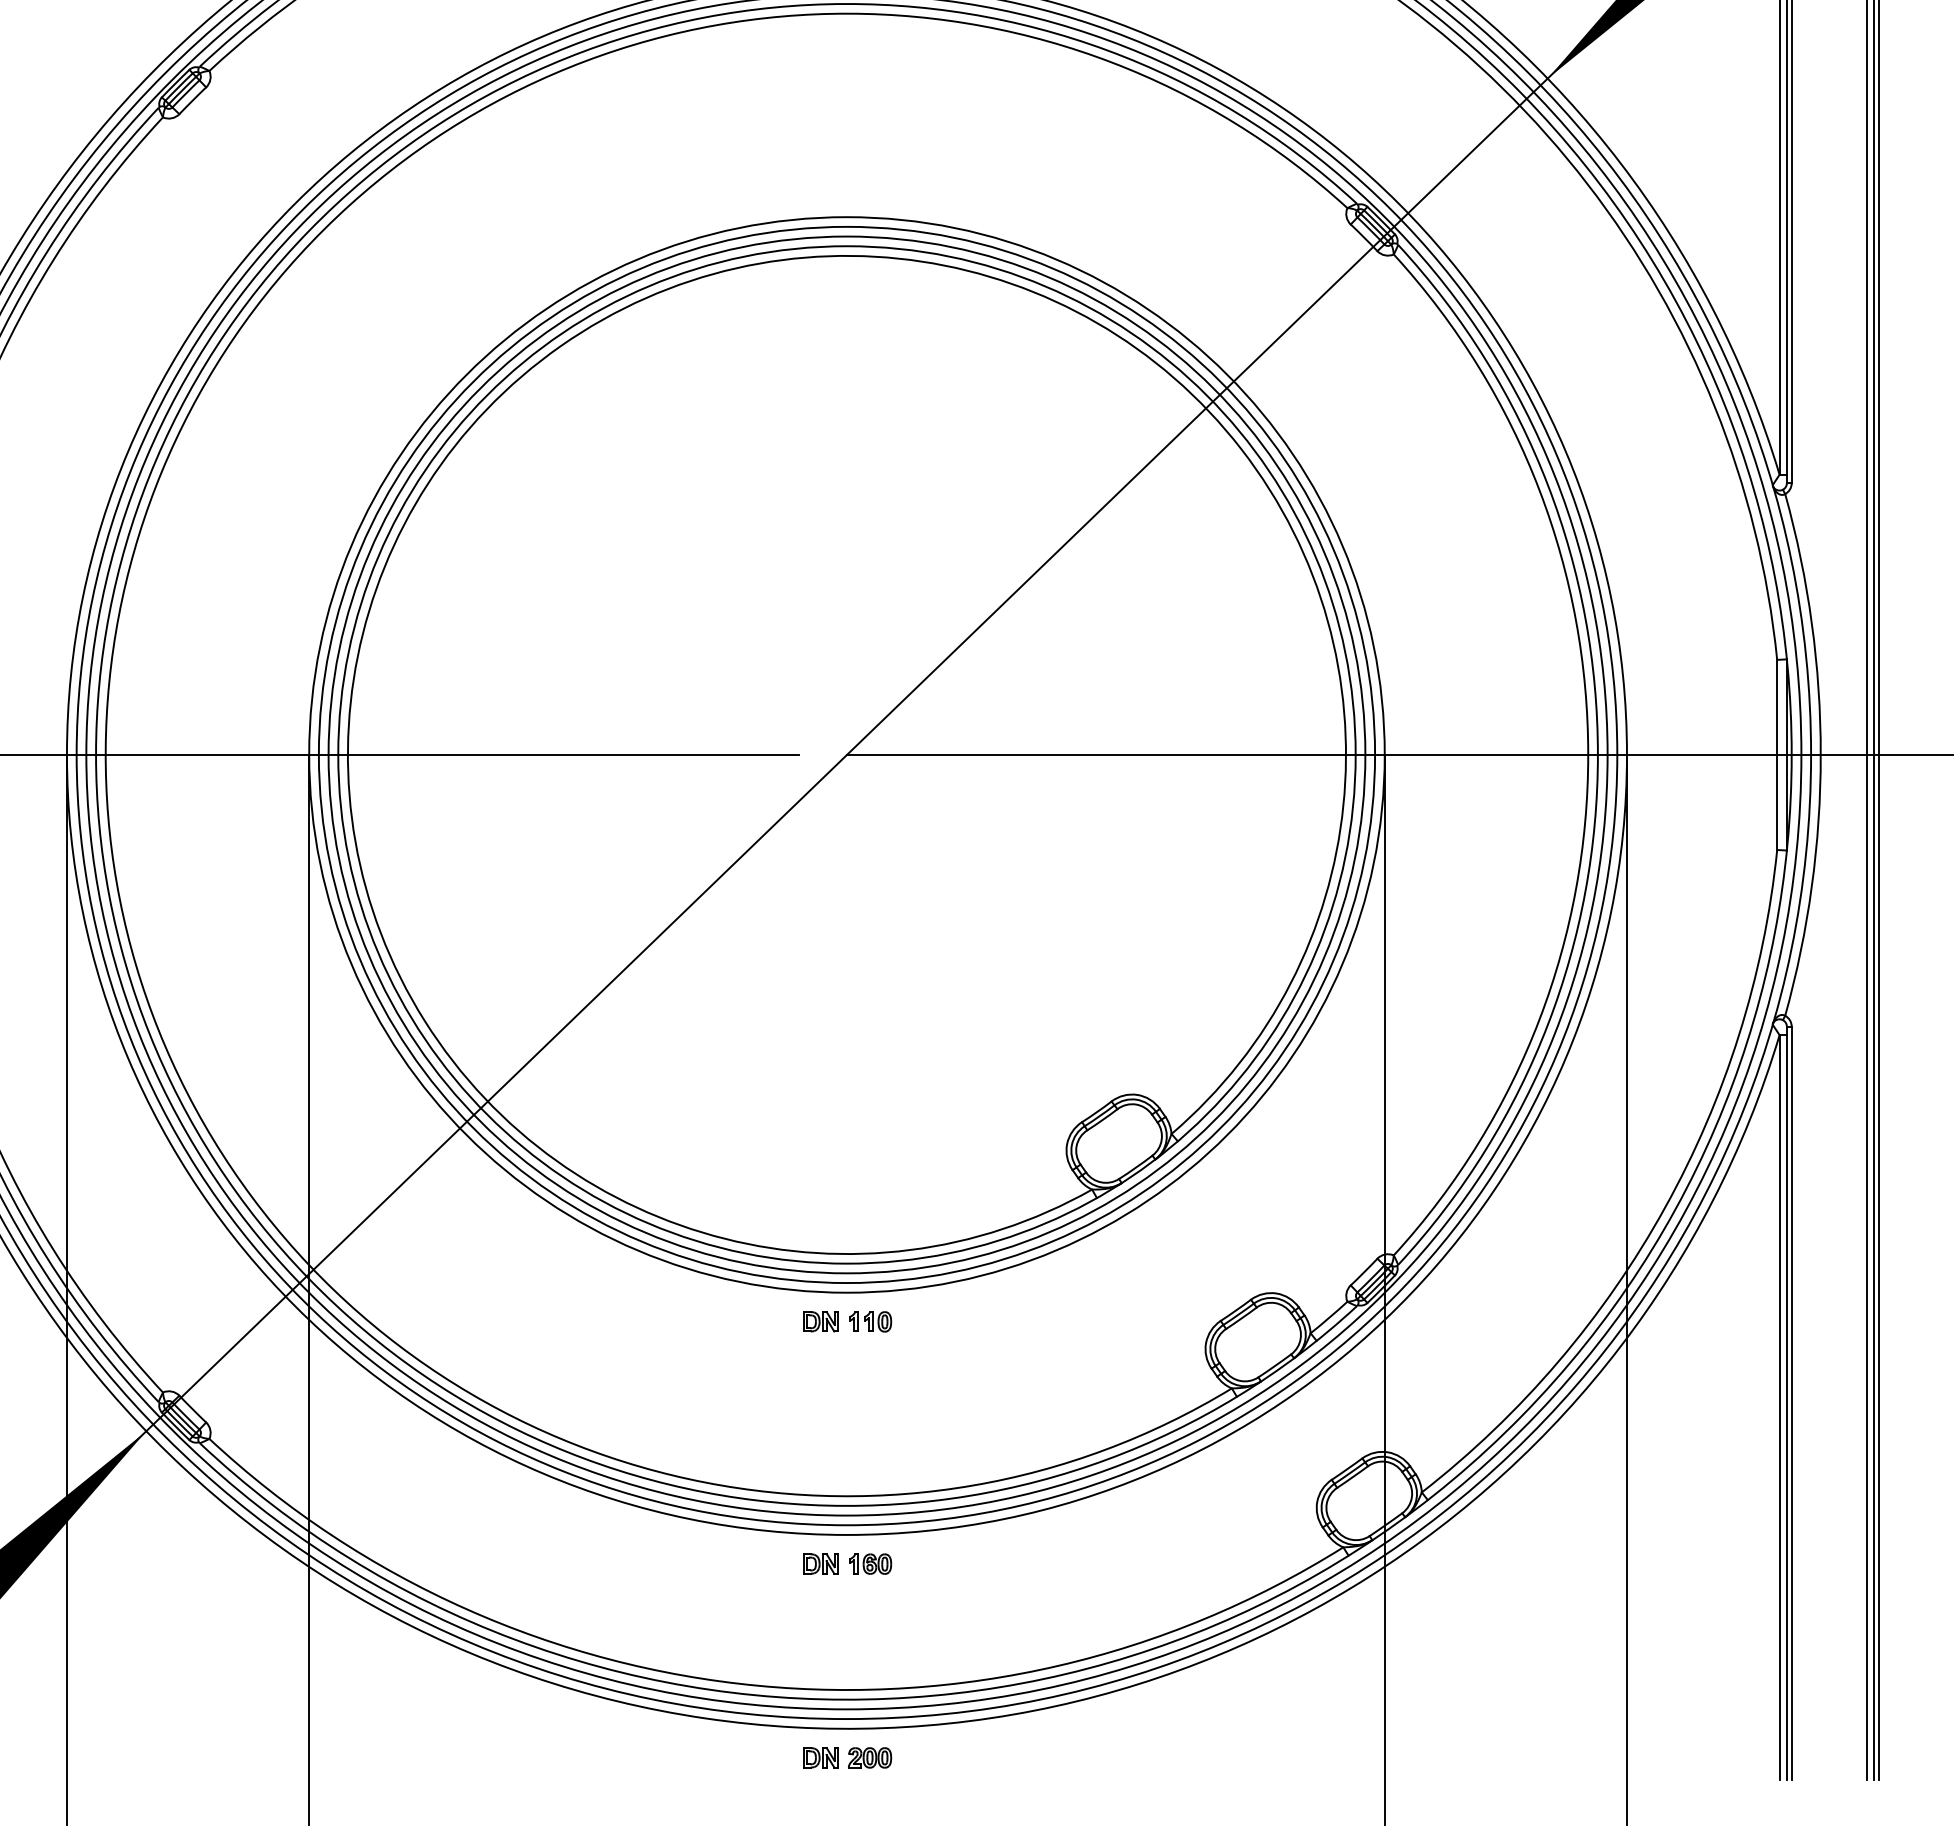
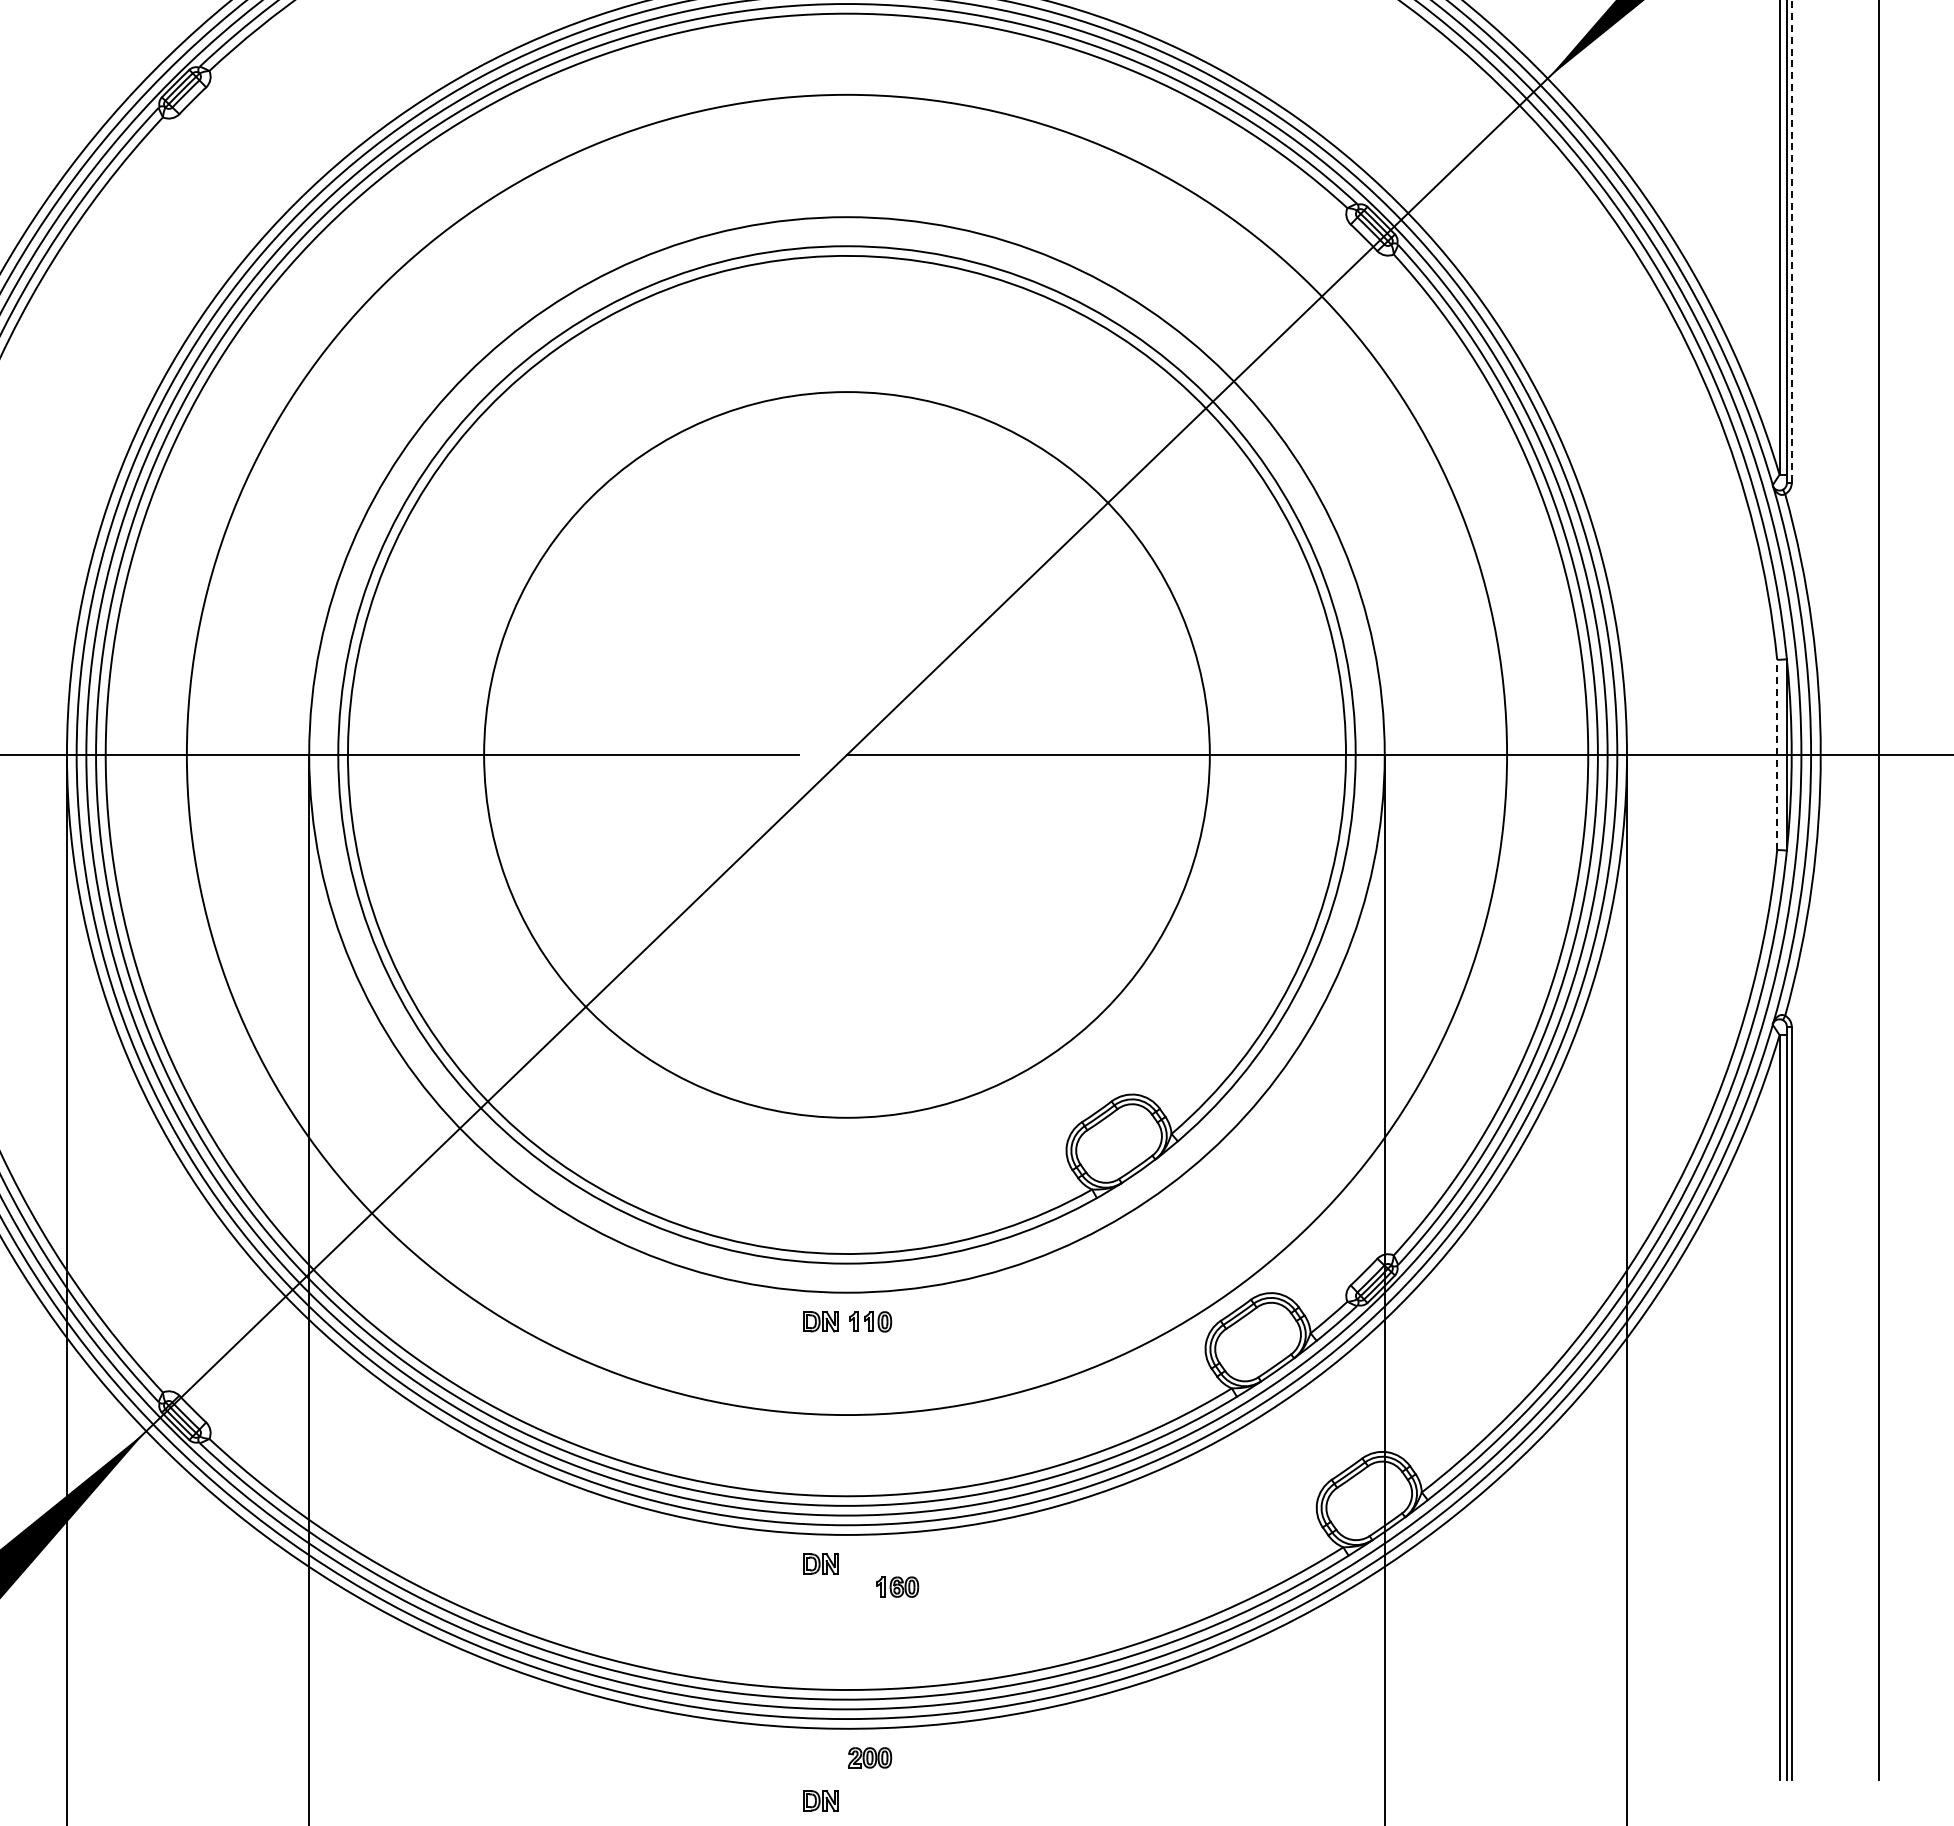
line at (1791, 242): solid -> dashed
circle at (846, 754) diameter: 1037 px -> 726 px
circle at (846, 754) diameter: 1056 px -> 1320 px
line at (1777, 754): solid -> dashed
line at (1866, 890): present -> none
line at (1874, 890): present -> none
part at (870, 1563) position: (870, 1563) -> (897, 1586)
part at (820, 1757) position: (820, 1757) -> (820, 1800)
